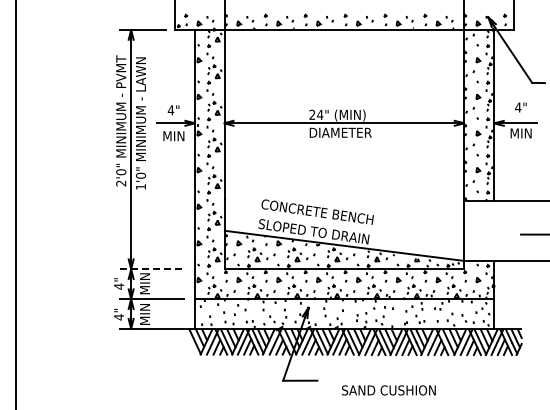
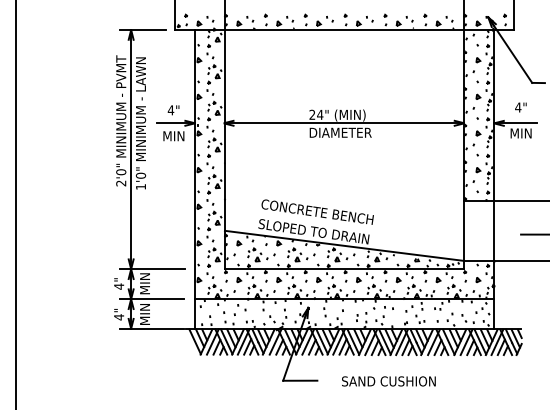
line at (494, 230): none -> present
line at (153, 269): dashed -> solid
text at (388, 390) position: (388, 390) -> (388, 381)
